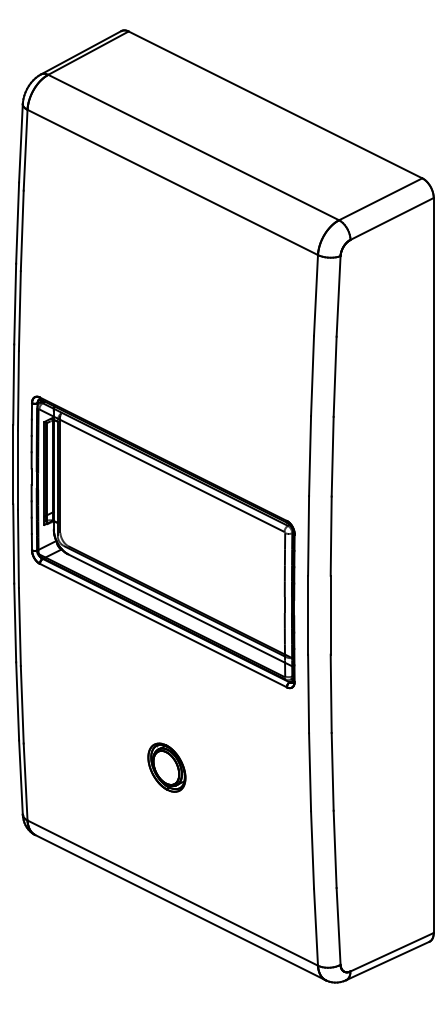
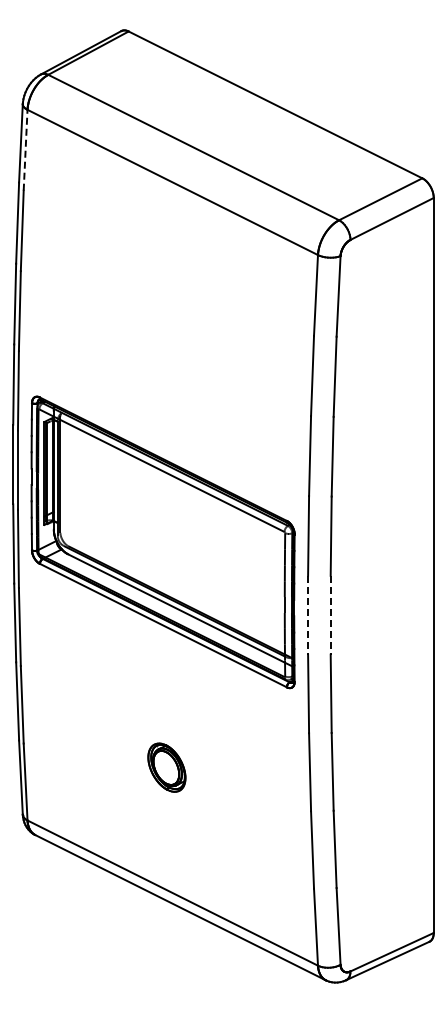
line at (25, 149): solid -> dashed
line at (308, 615): solid -> dashed
line at (330, 615): solid -> dashed
